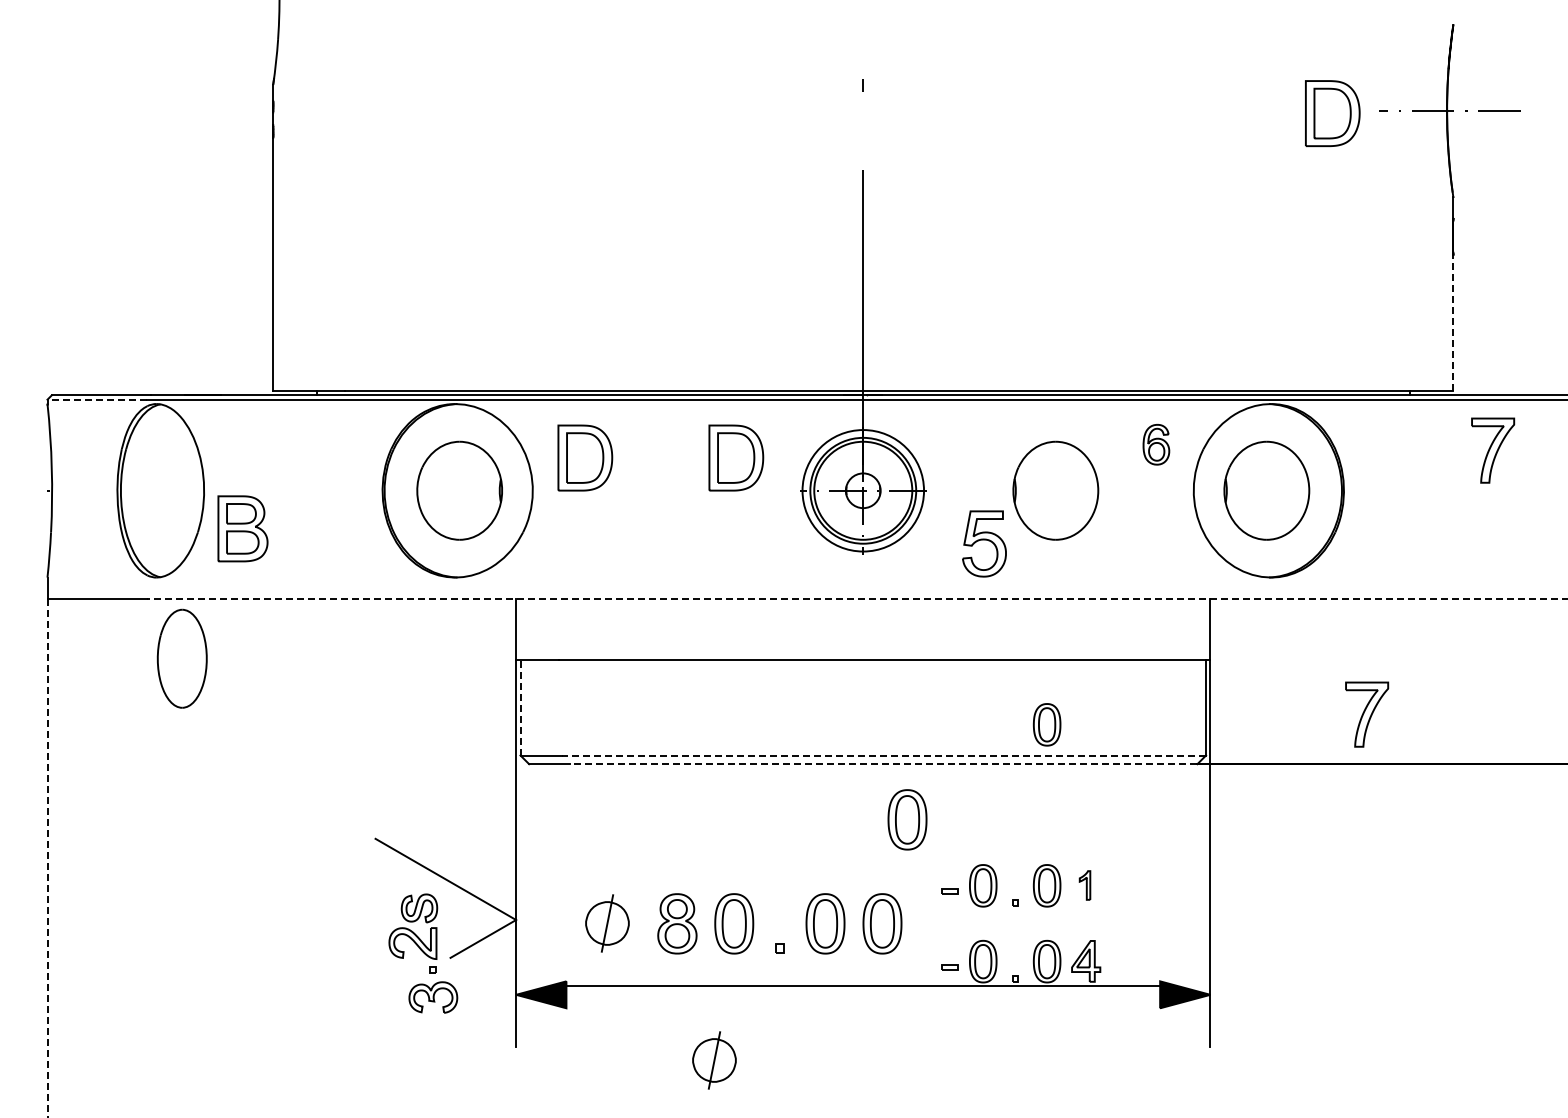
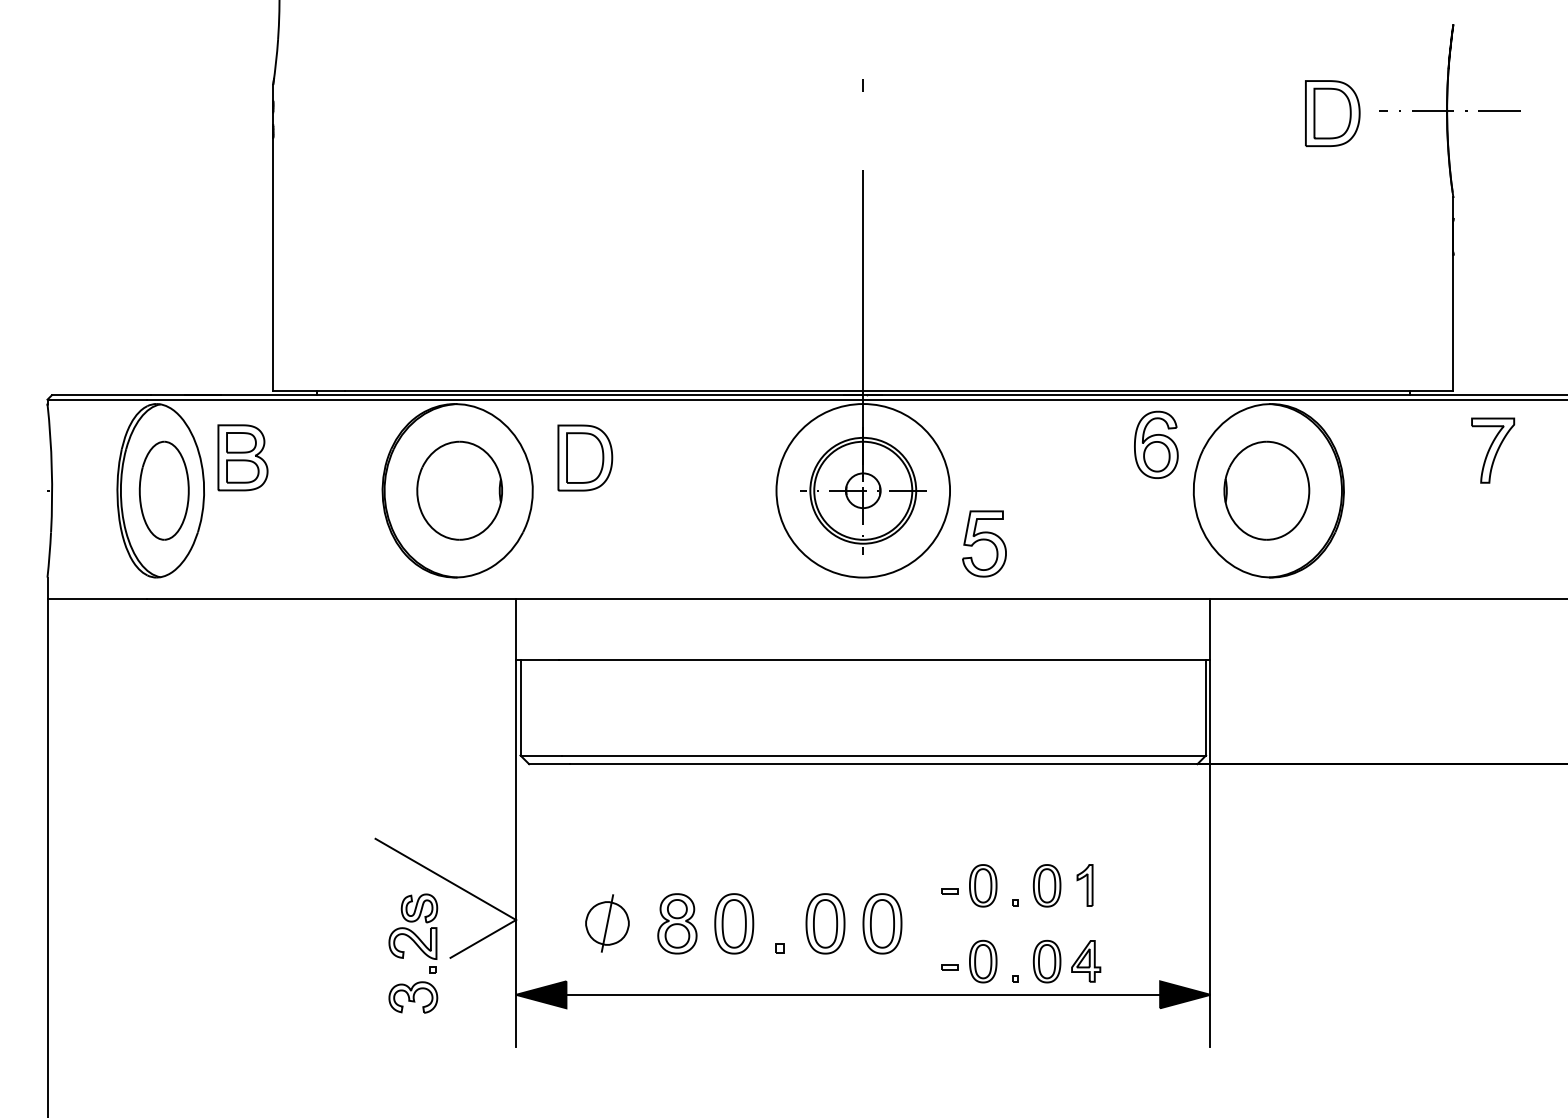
line at (1453, 323): dashed -> solid
line at (97, 399): dashed -> solid
part at (1156, 444) size: 29x42 px -> 45x69 px
part at (736, 457): present -> none
circle at (863, 490) diameter: 121 px -> 174 px
part at (1055, 490): present -> none
part at (242, 528) position: (242, 528) -> (242, 457)
line at (857, 599): dashed -> solid
part at (181, 658) position: (181, 658) -> (163, 490)
line at (520, 707): dashed -> solid
part at (1367, 714): present -> none
part at (1046, 724): present -> none
line at (884, 755): dashed -> solid
line at (883, 764): dashed -> solid
part at (907, 819): present -> none
line at (47, 858): dashed -> solid
part at (1084, 885) size: 14x31 px -> 18x43 px
line at (863, 985) position: (863, 985) -> (863, 994)
part at (433, 997) position: (433, 997) -> (413, 997)
part at (714, 1060): present -> none
